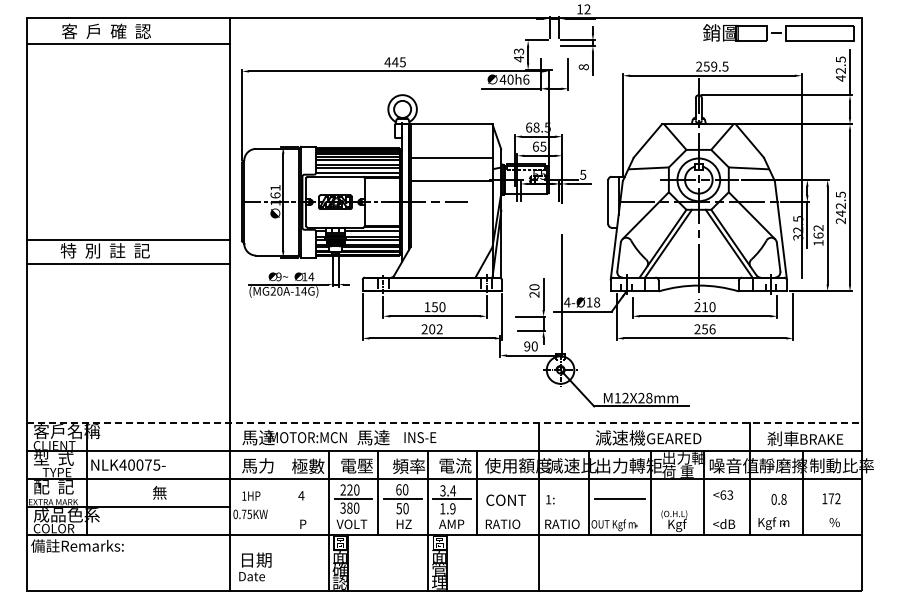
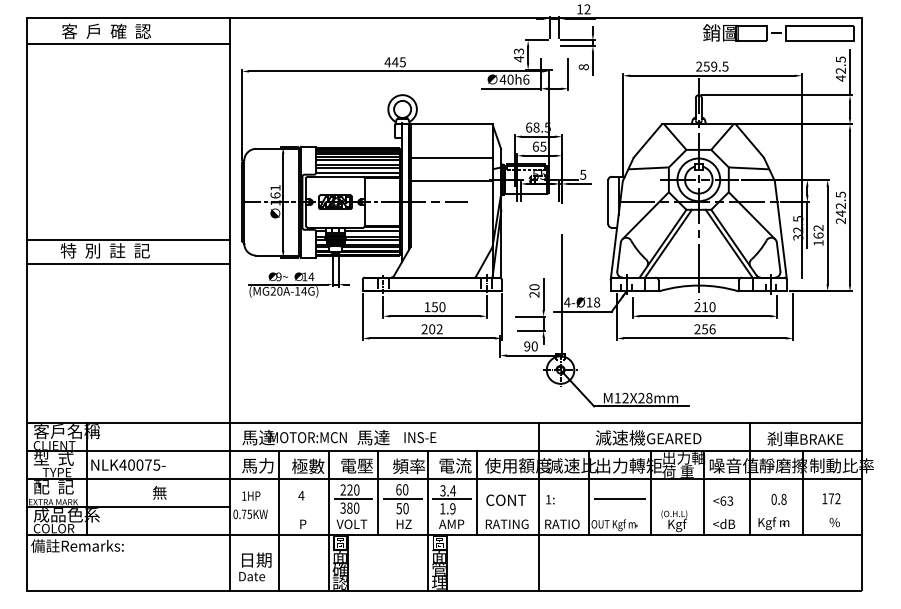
line at (444, 423): dashed -> solid
text at (723, 494) position: (723, 494) -> (723, 500)
line at (279, 520): none -> present
text at (520, 524): RATIO -> RATING
